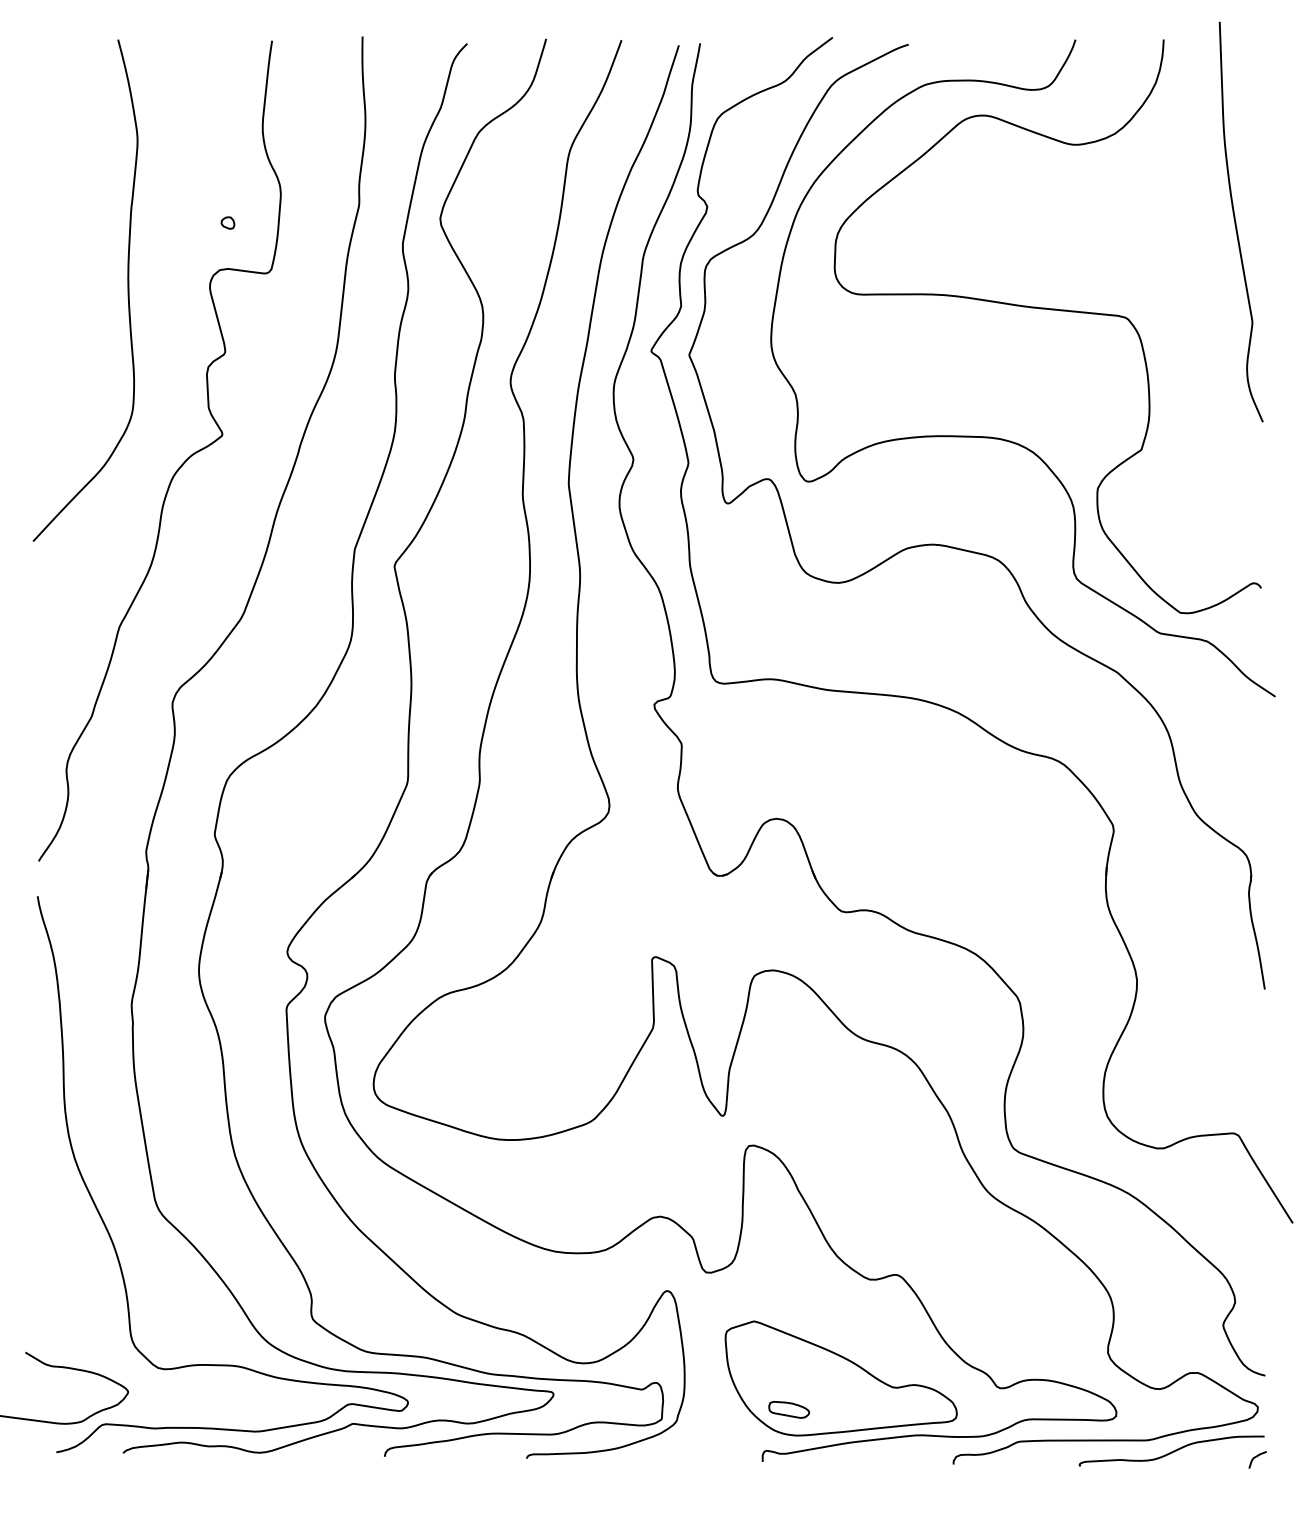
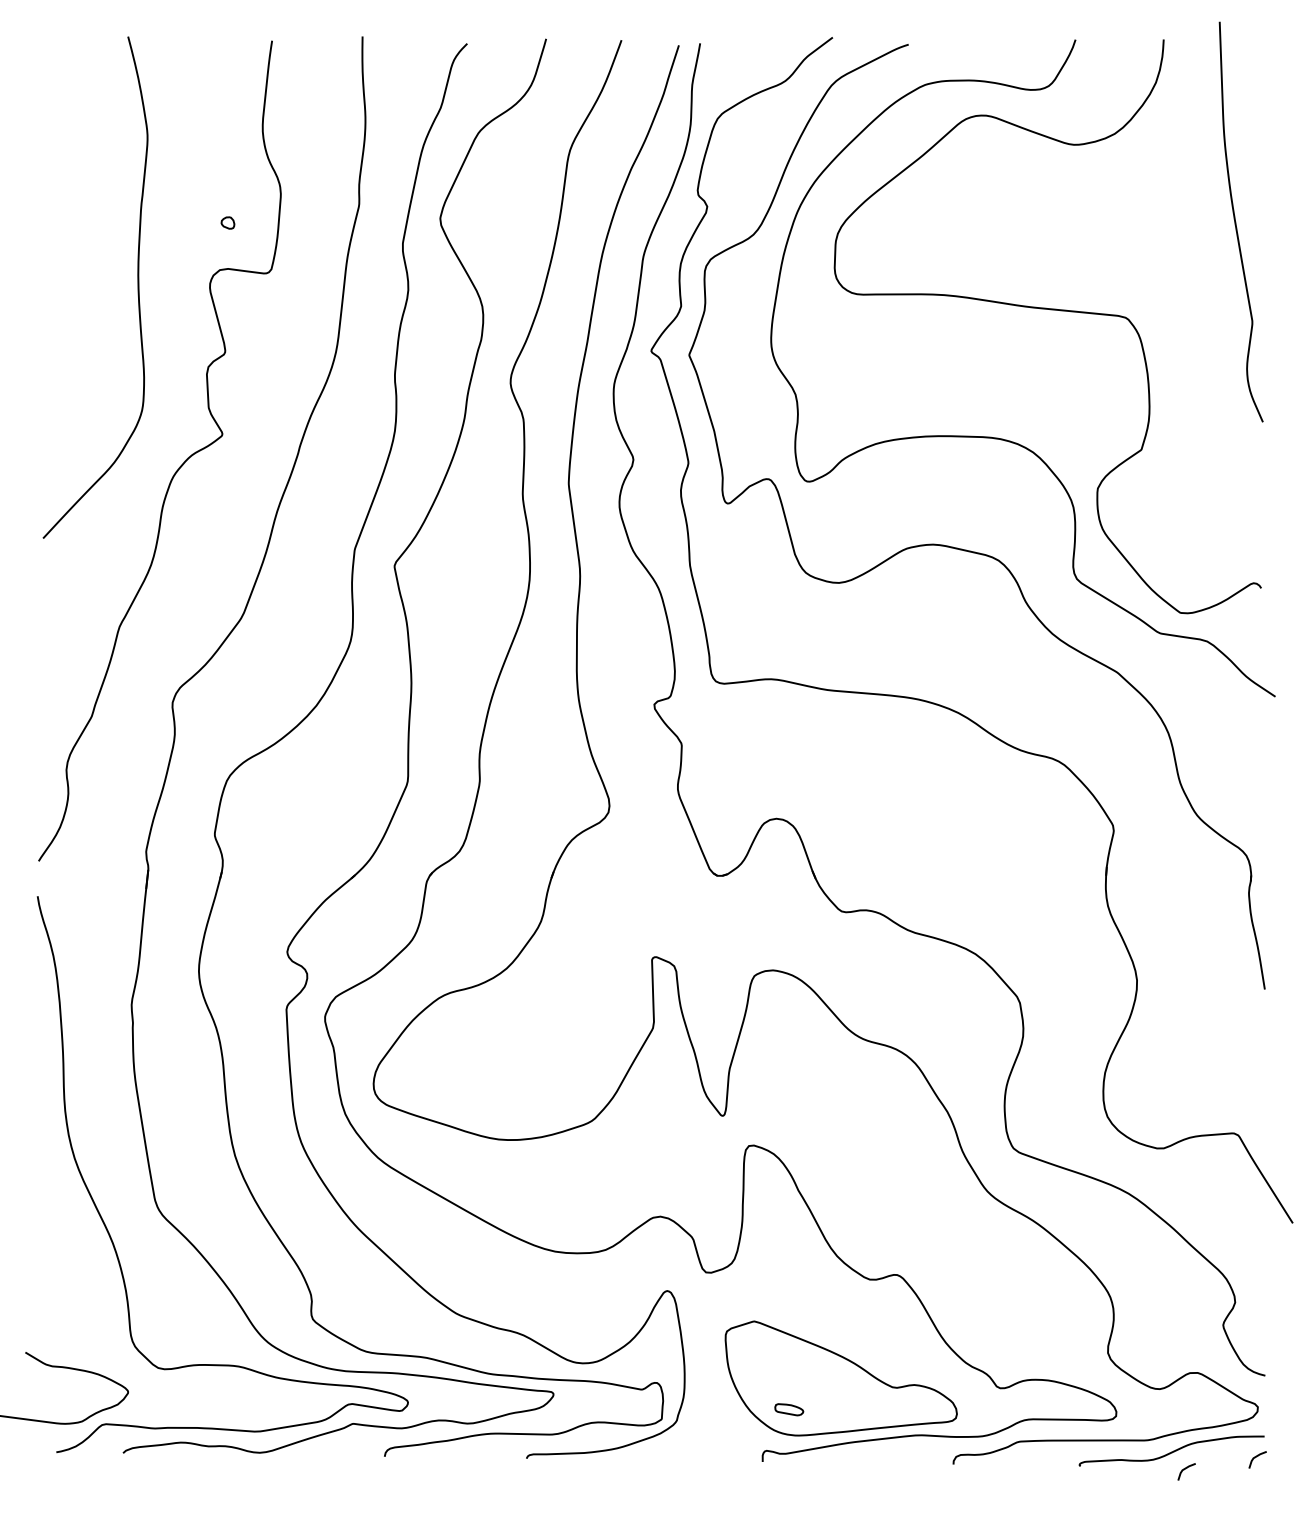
curve at (127, 290) position: (127, 290) -> (137, 287)
part at (789, 1409) size: 43x19 px -> 31x14 px
curve at (1185, 1469): none -> present
